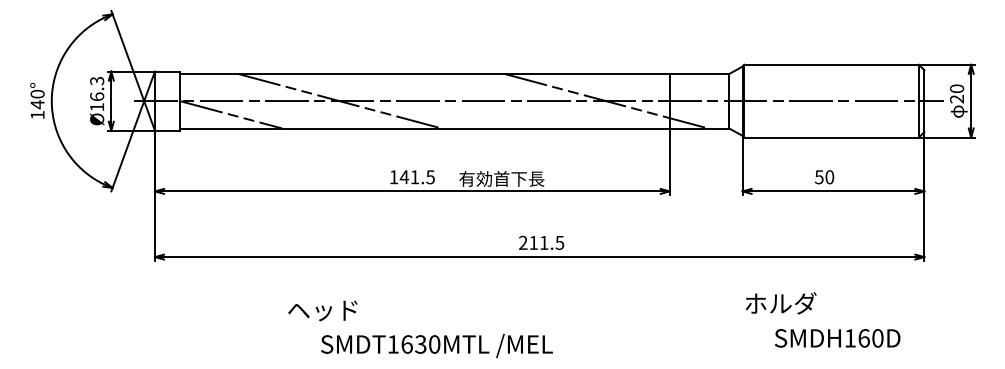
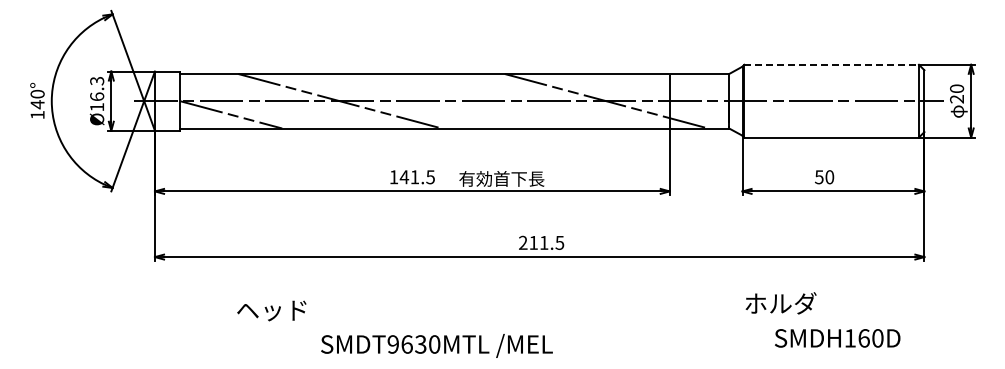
line at (832, 64): solid -> dashed
text at (322, 310) position: (322, 310) -> (271, 310)
text at (392, 344): SMDT1630MTL -> SMDT9630MTL
